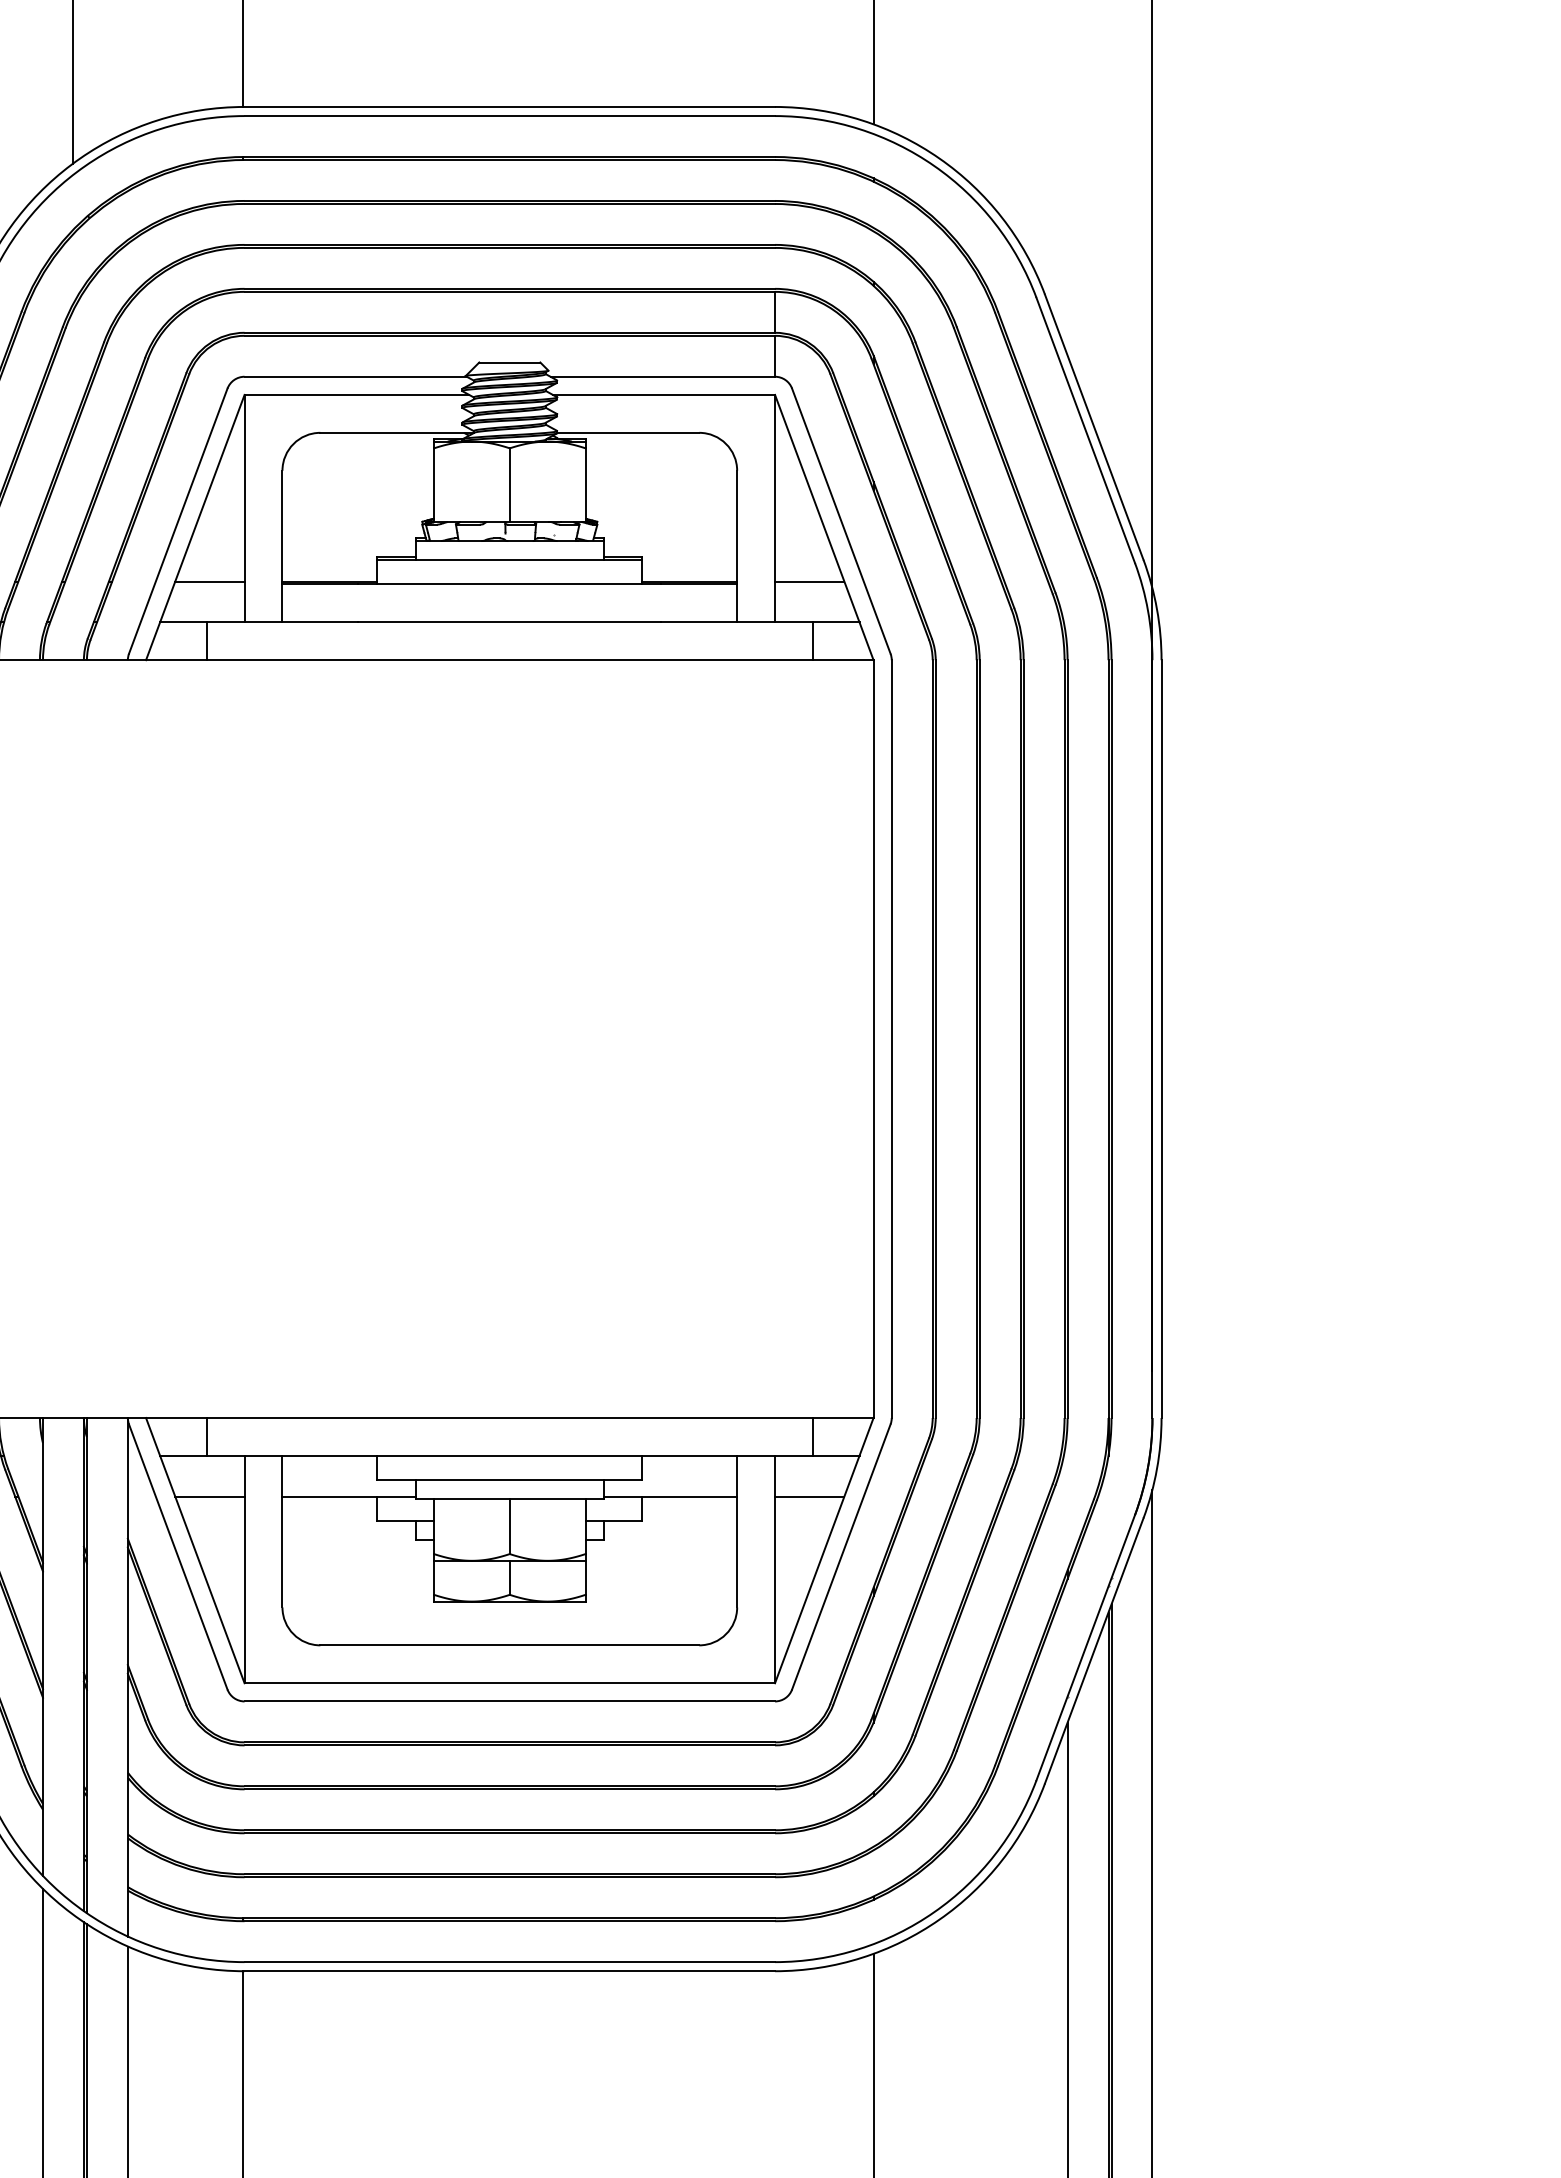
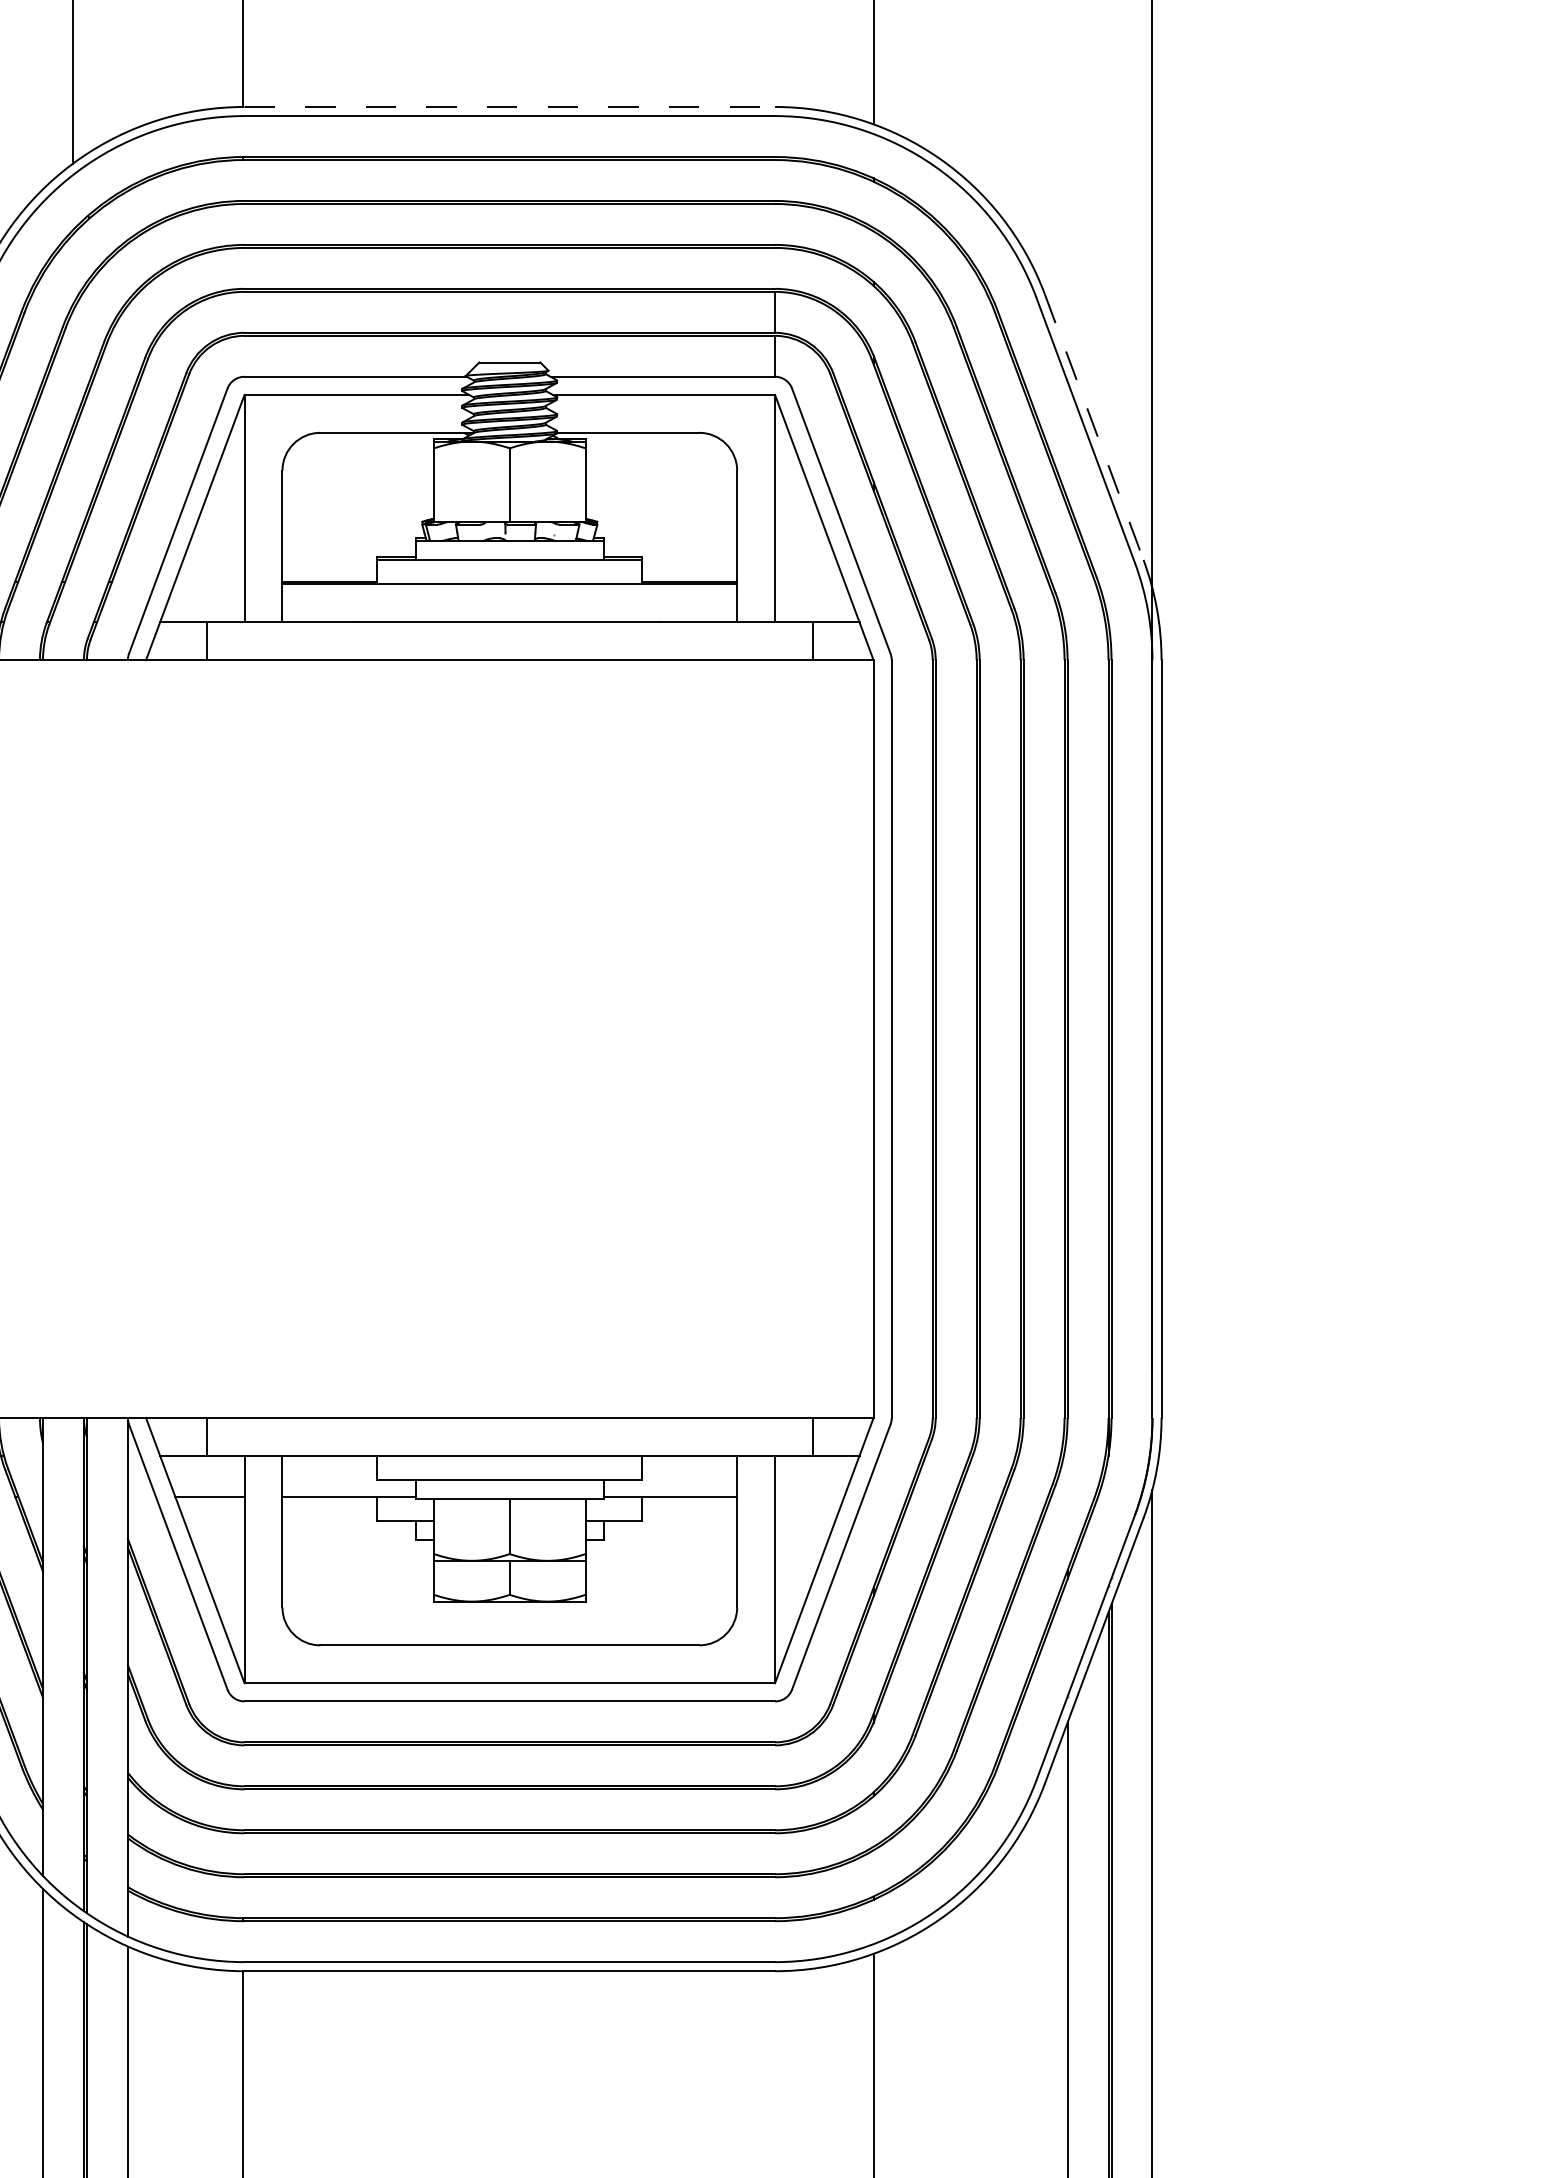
line at (510, 106): solid -> dashed
line at (1094, 427): solid -> dashed
line at (209, 581): present -> none
line at (809, 581): present -> none
line at (809, 1496): present -> none
